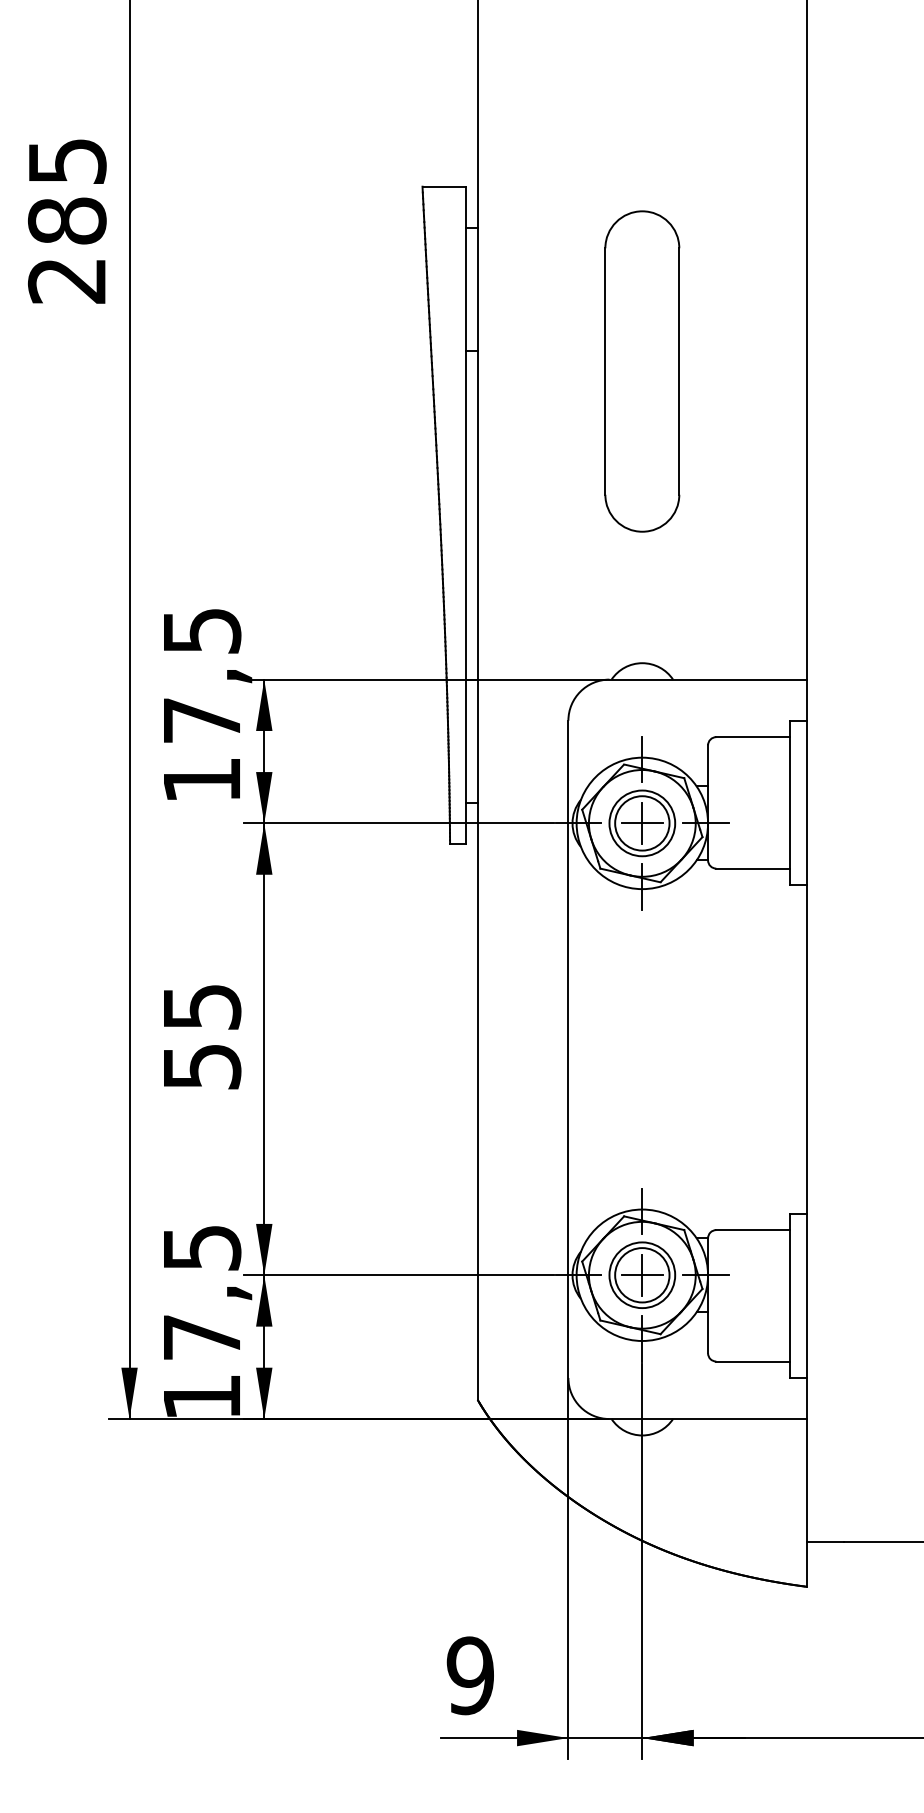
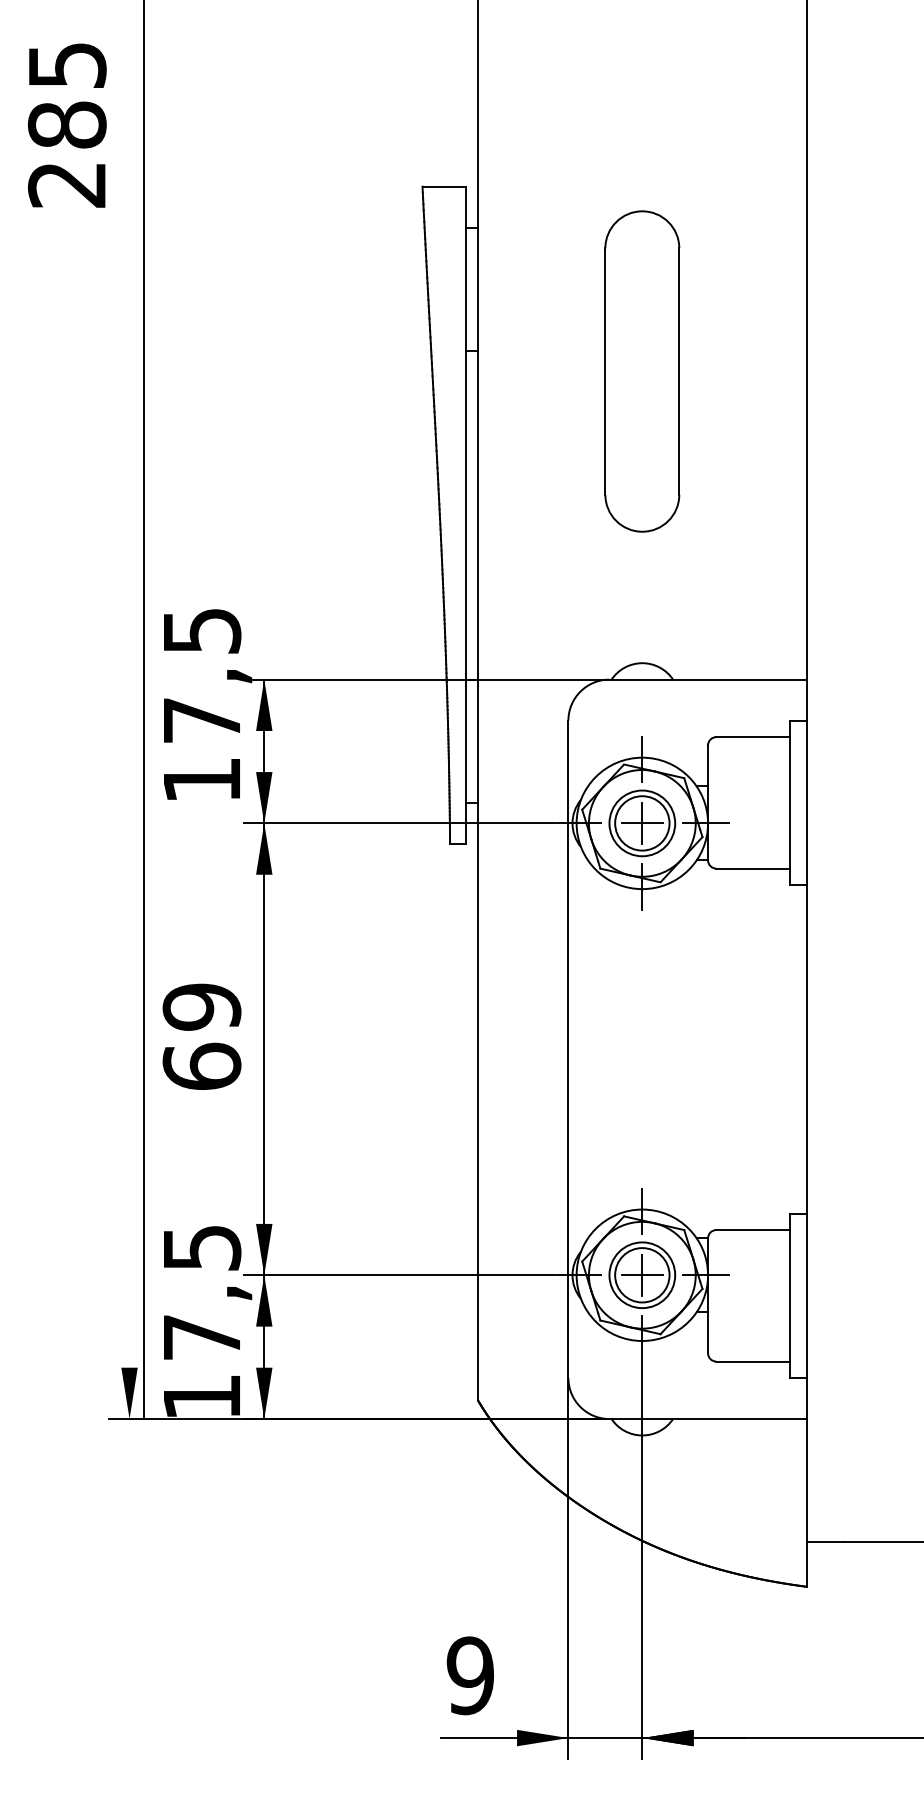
text at (67, 221) position: (67, 221) -> (67, 125)
line at (129, 710) position: (129, 710) -> (143, 710)
text at (201, 1036): 55 -> 69
